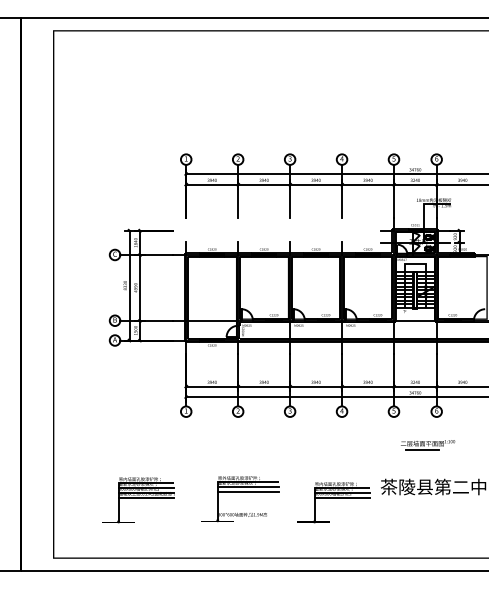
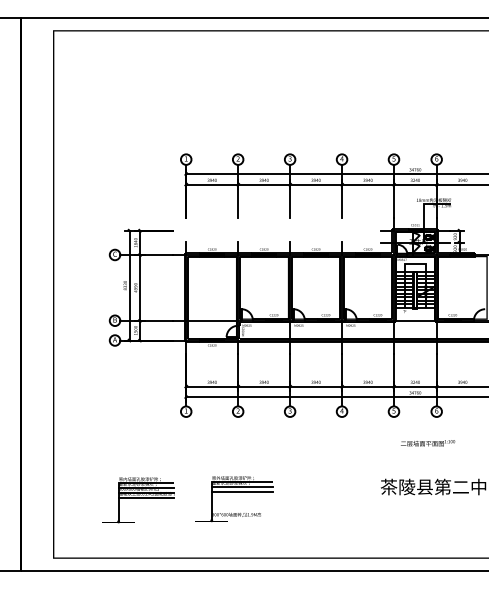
line at (422, 450): present -> none
part at (240, 492) position: (240, 492) -> (234, 492)
part at (333, 502): present -> none
